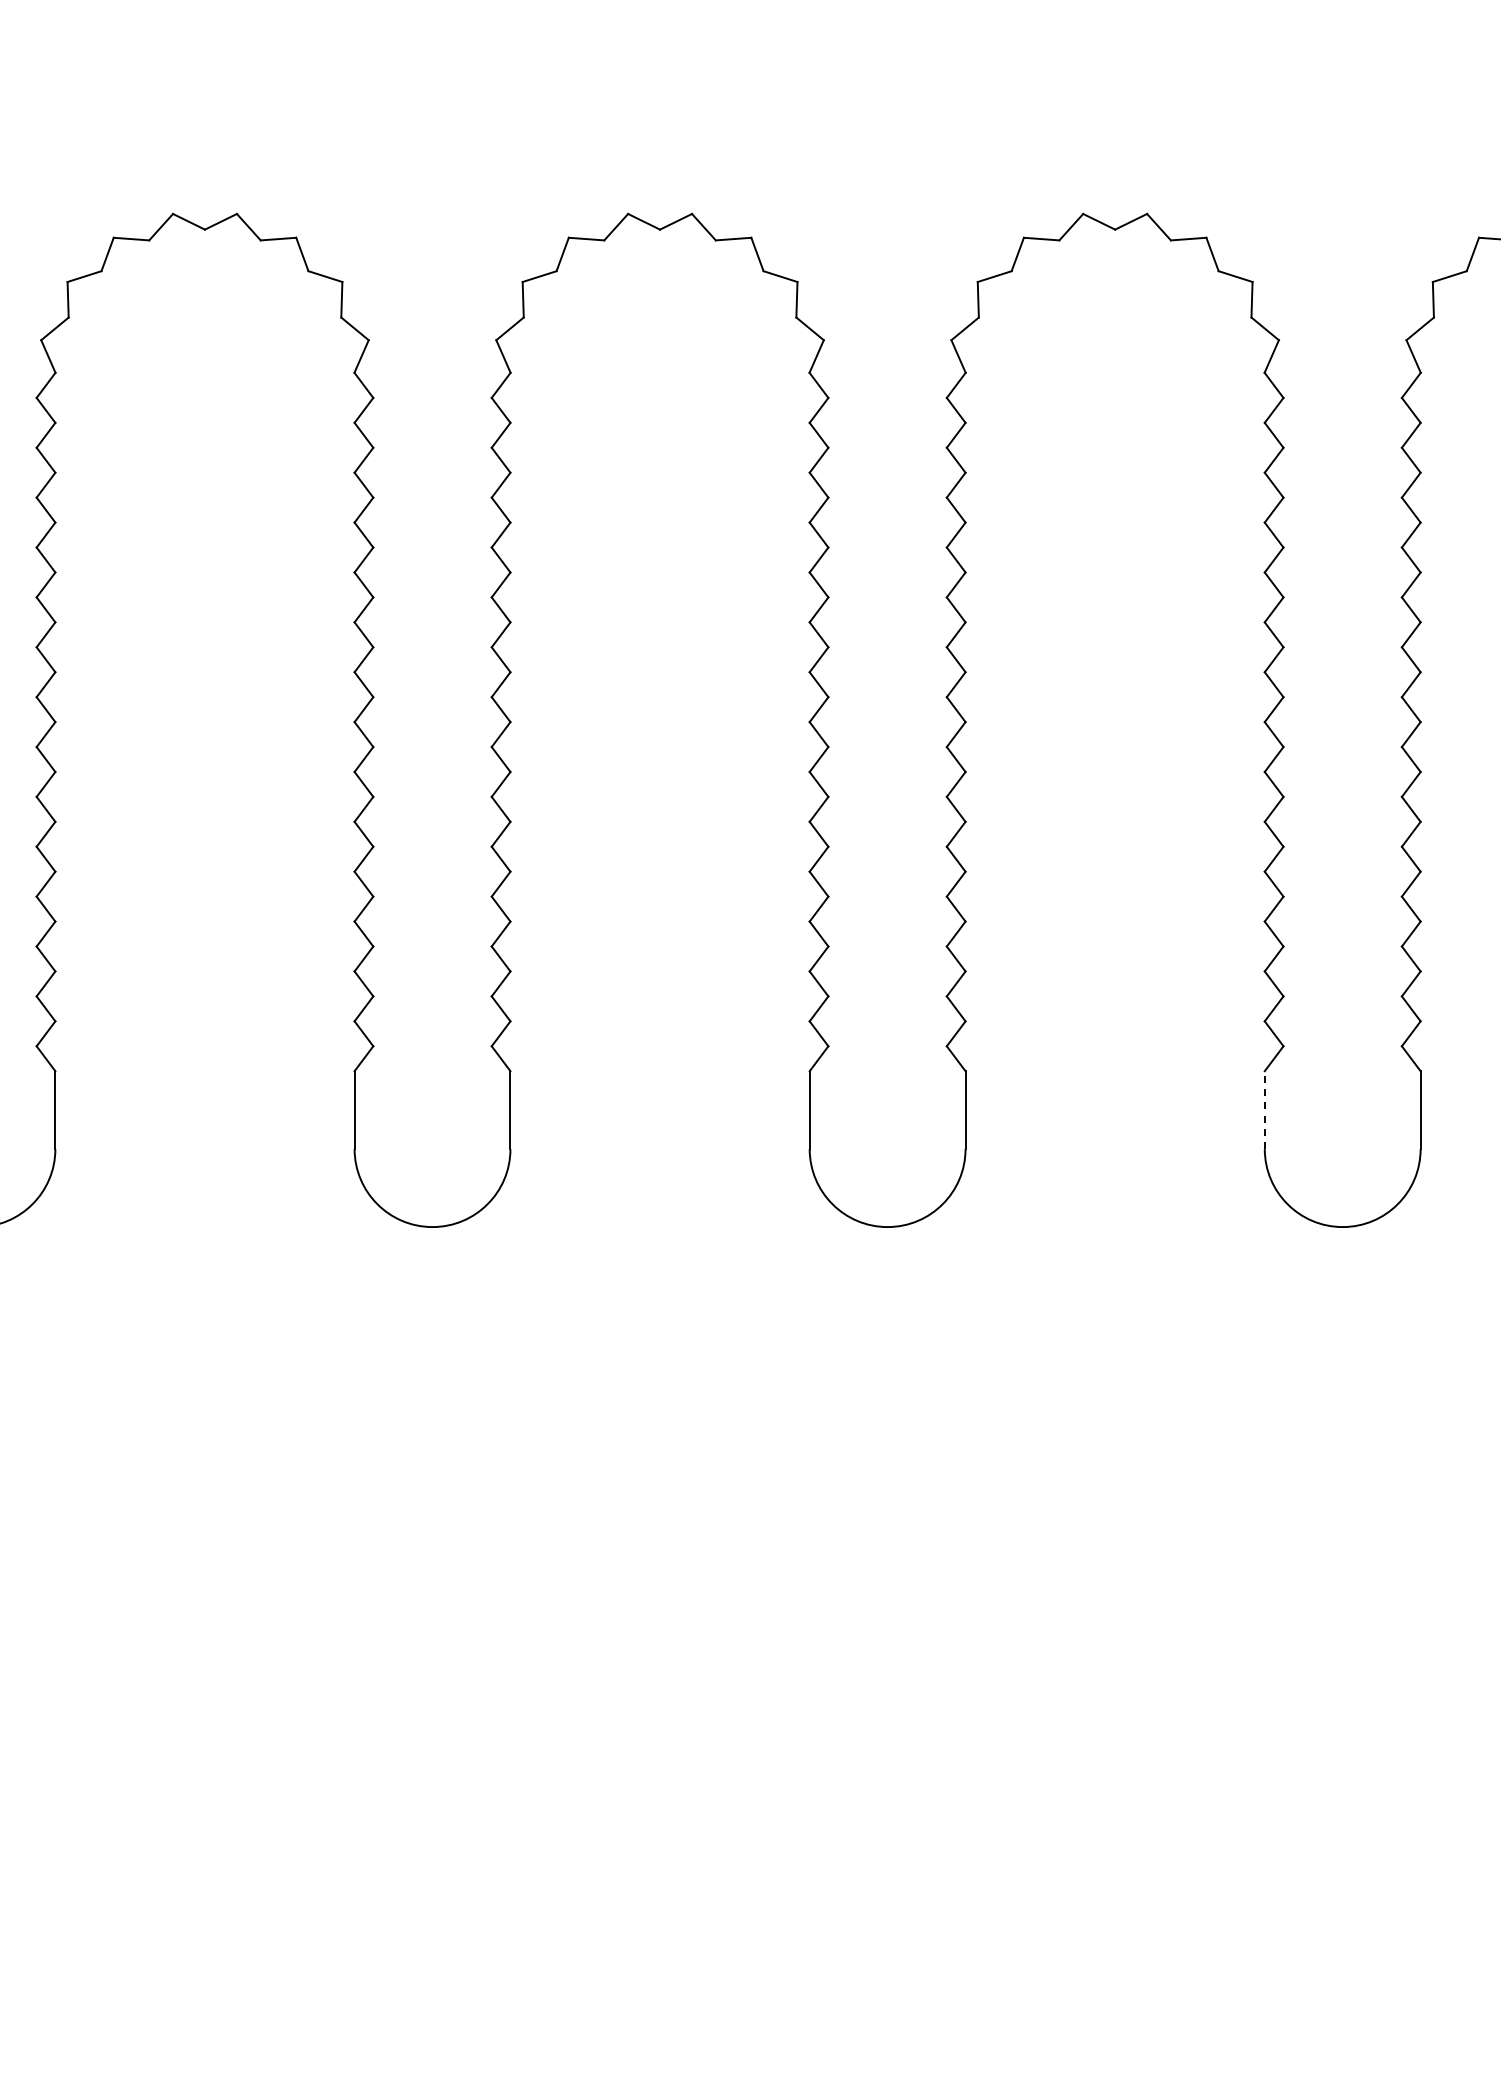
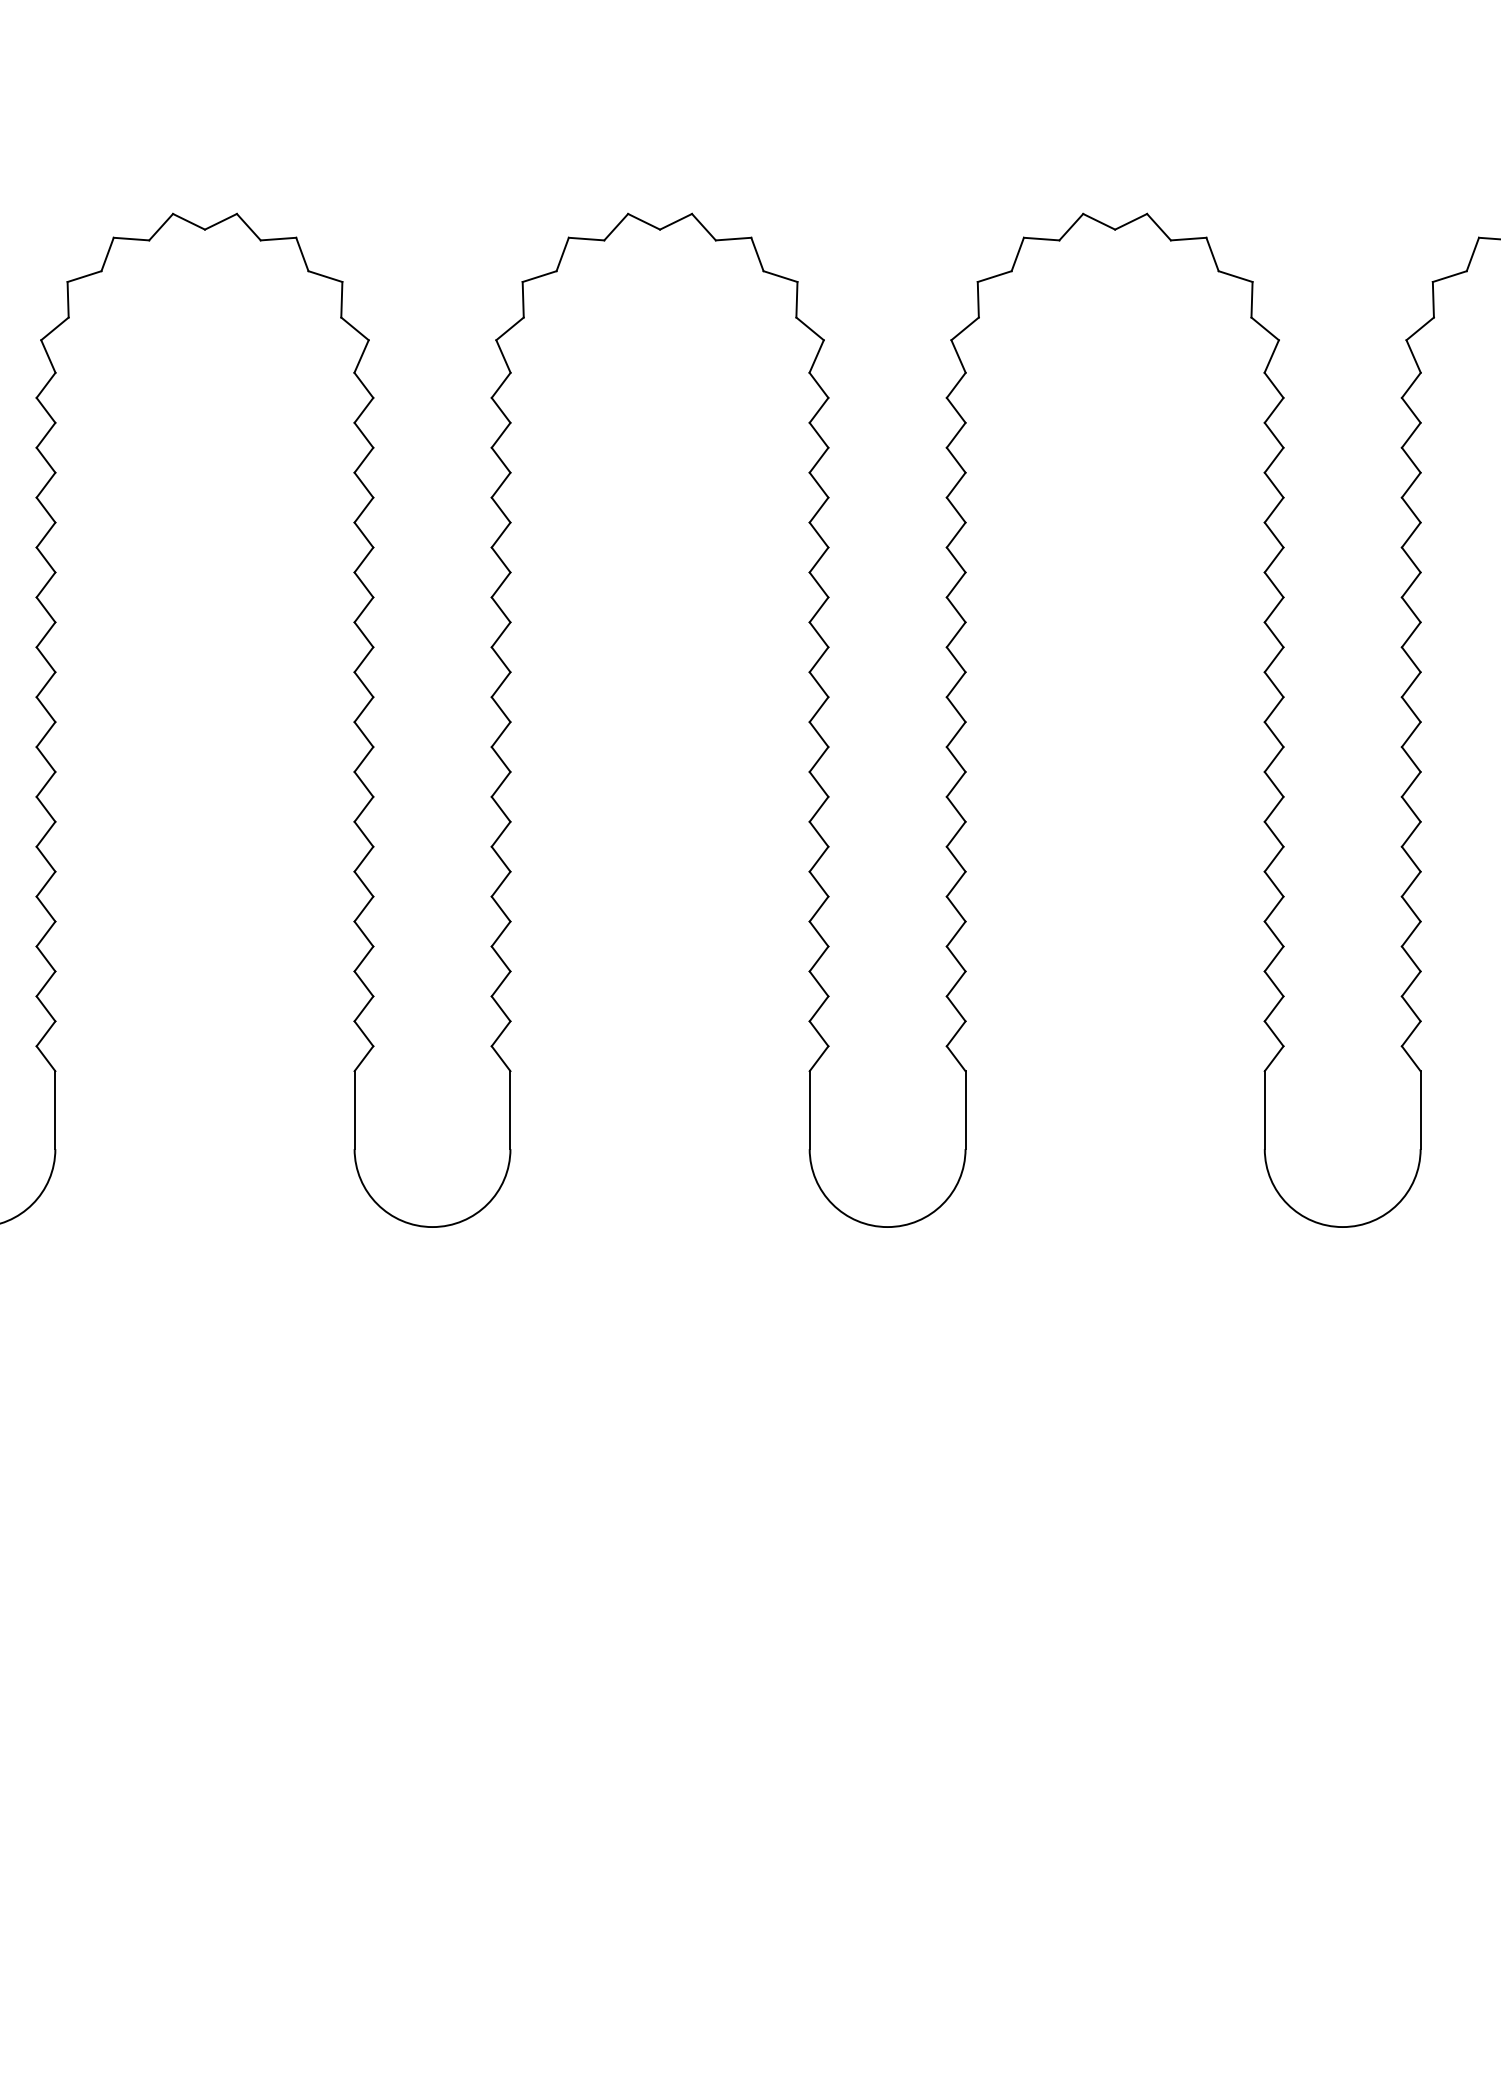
line at (1264, 1110): dashed -> solid
